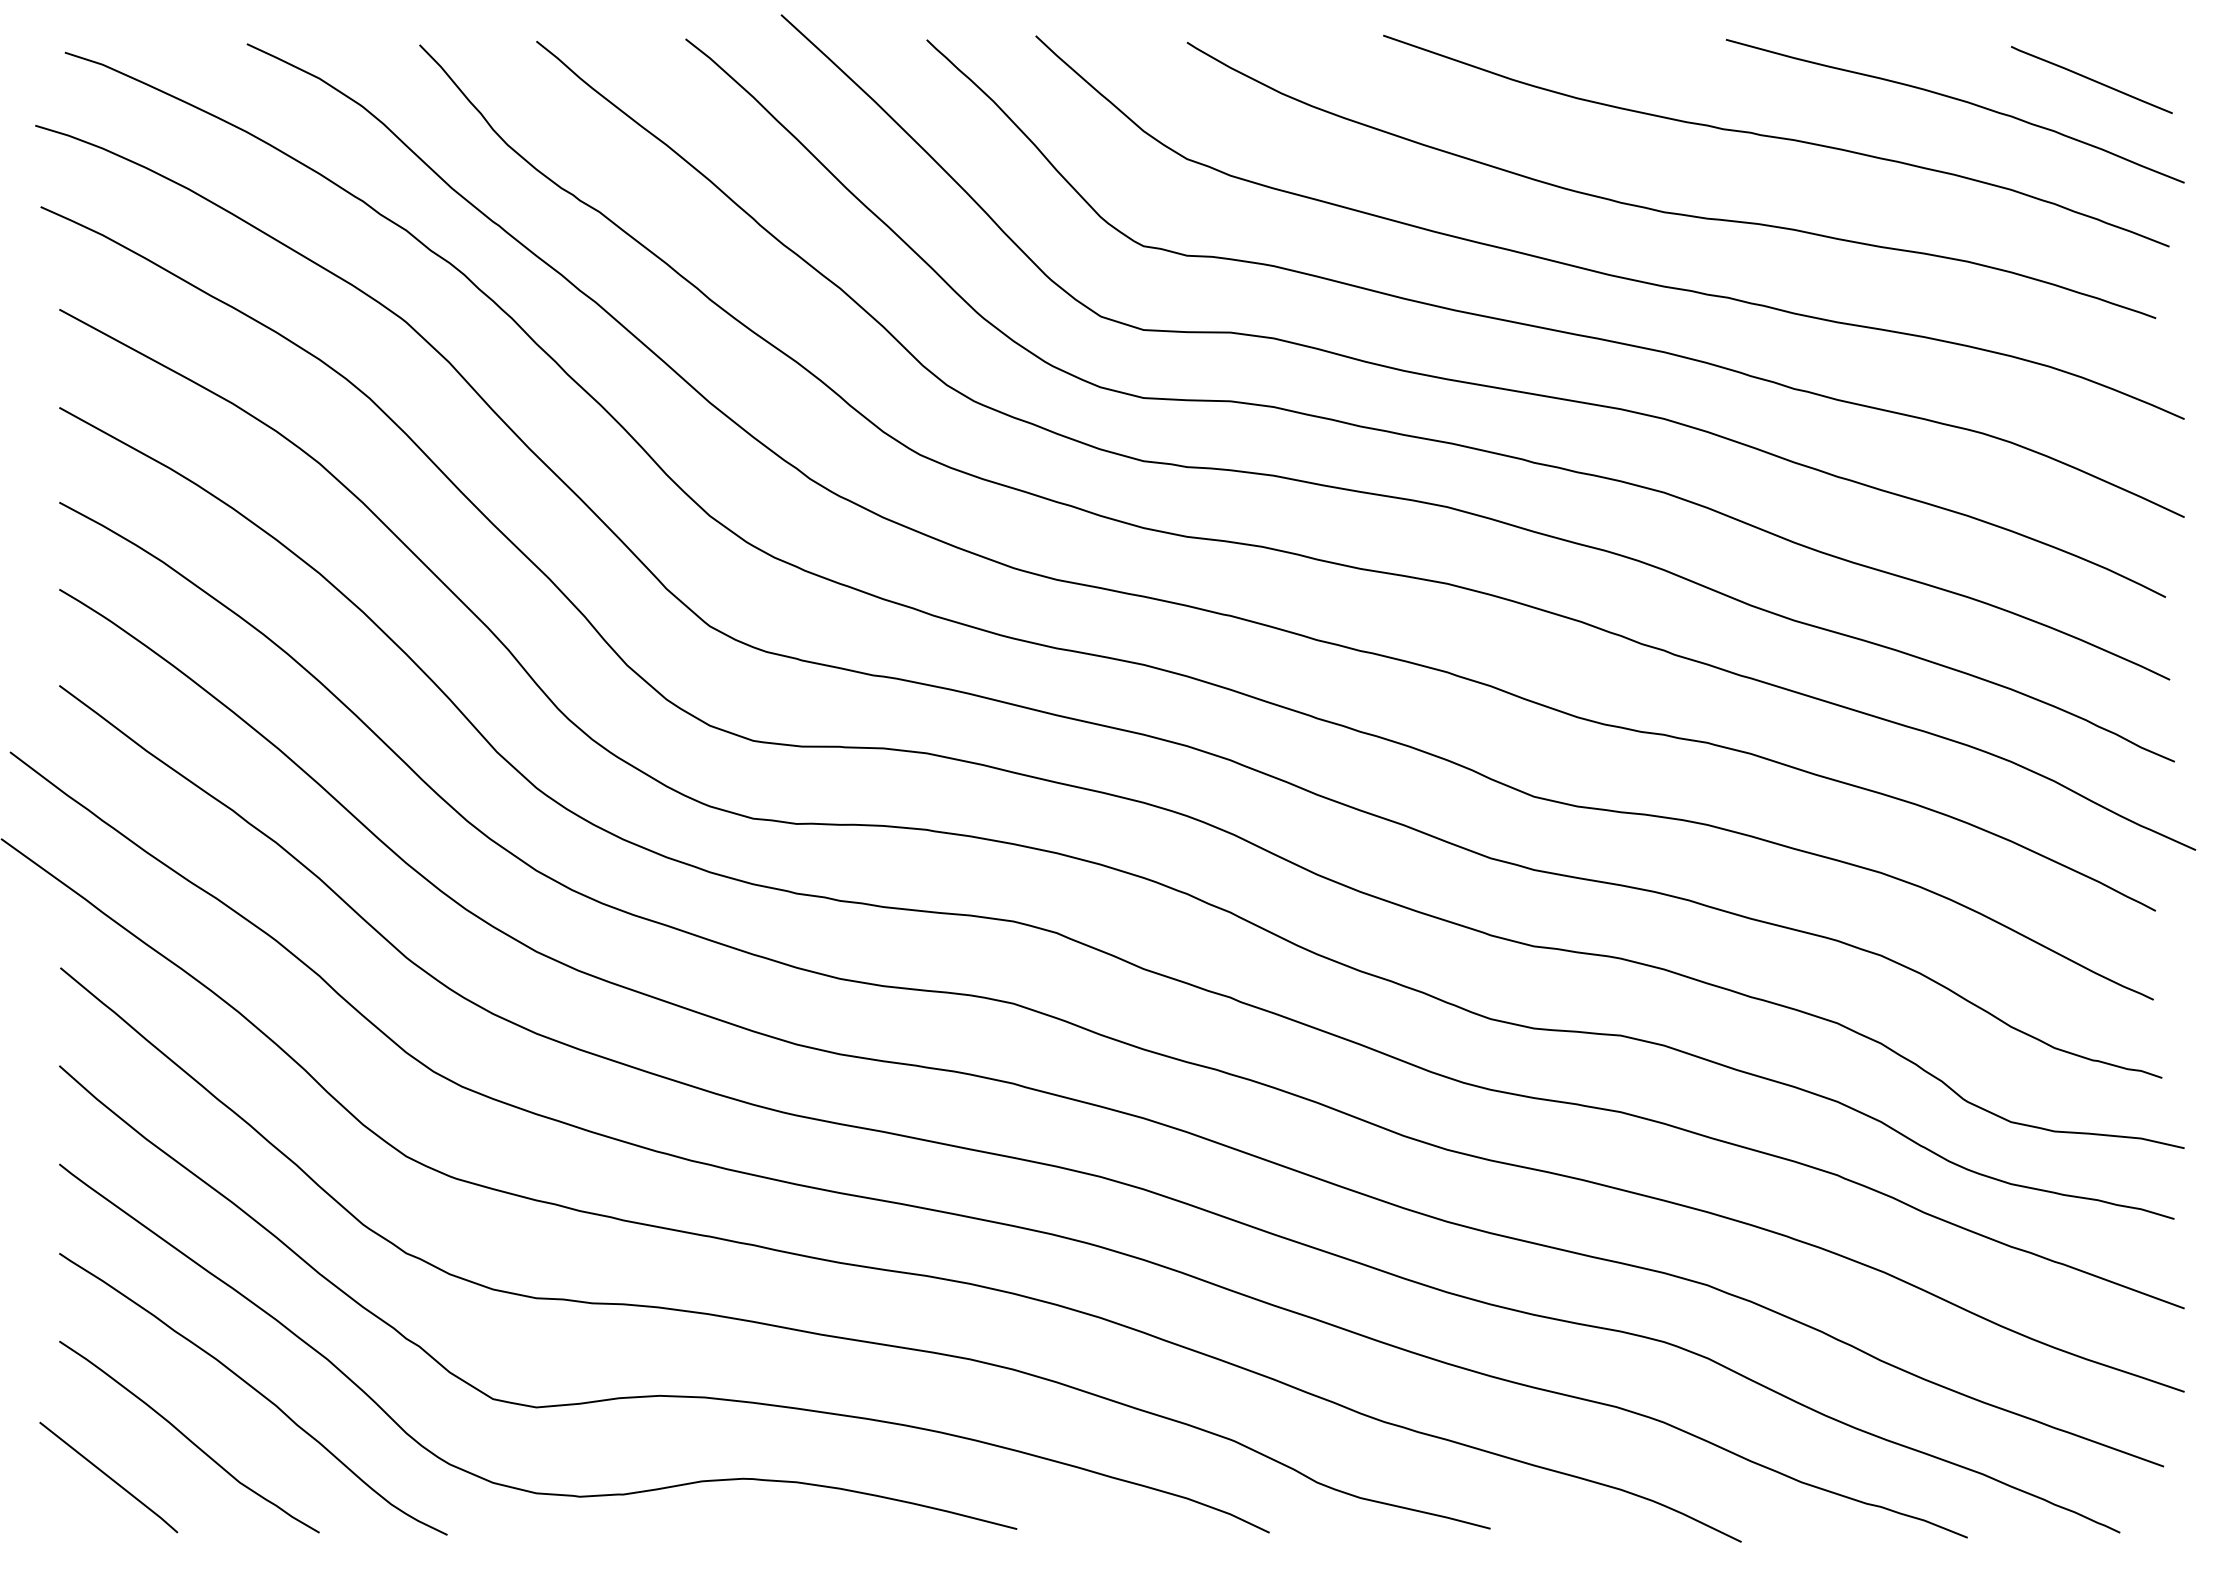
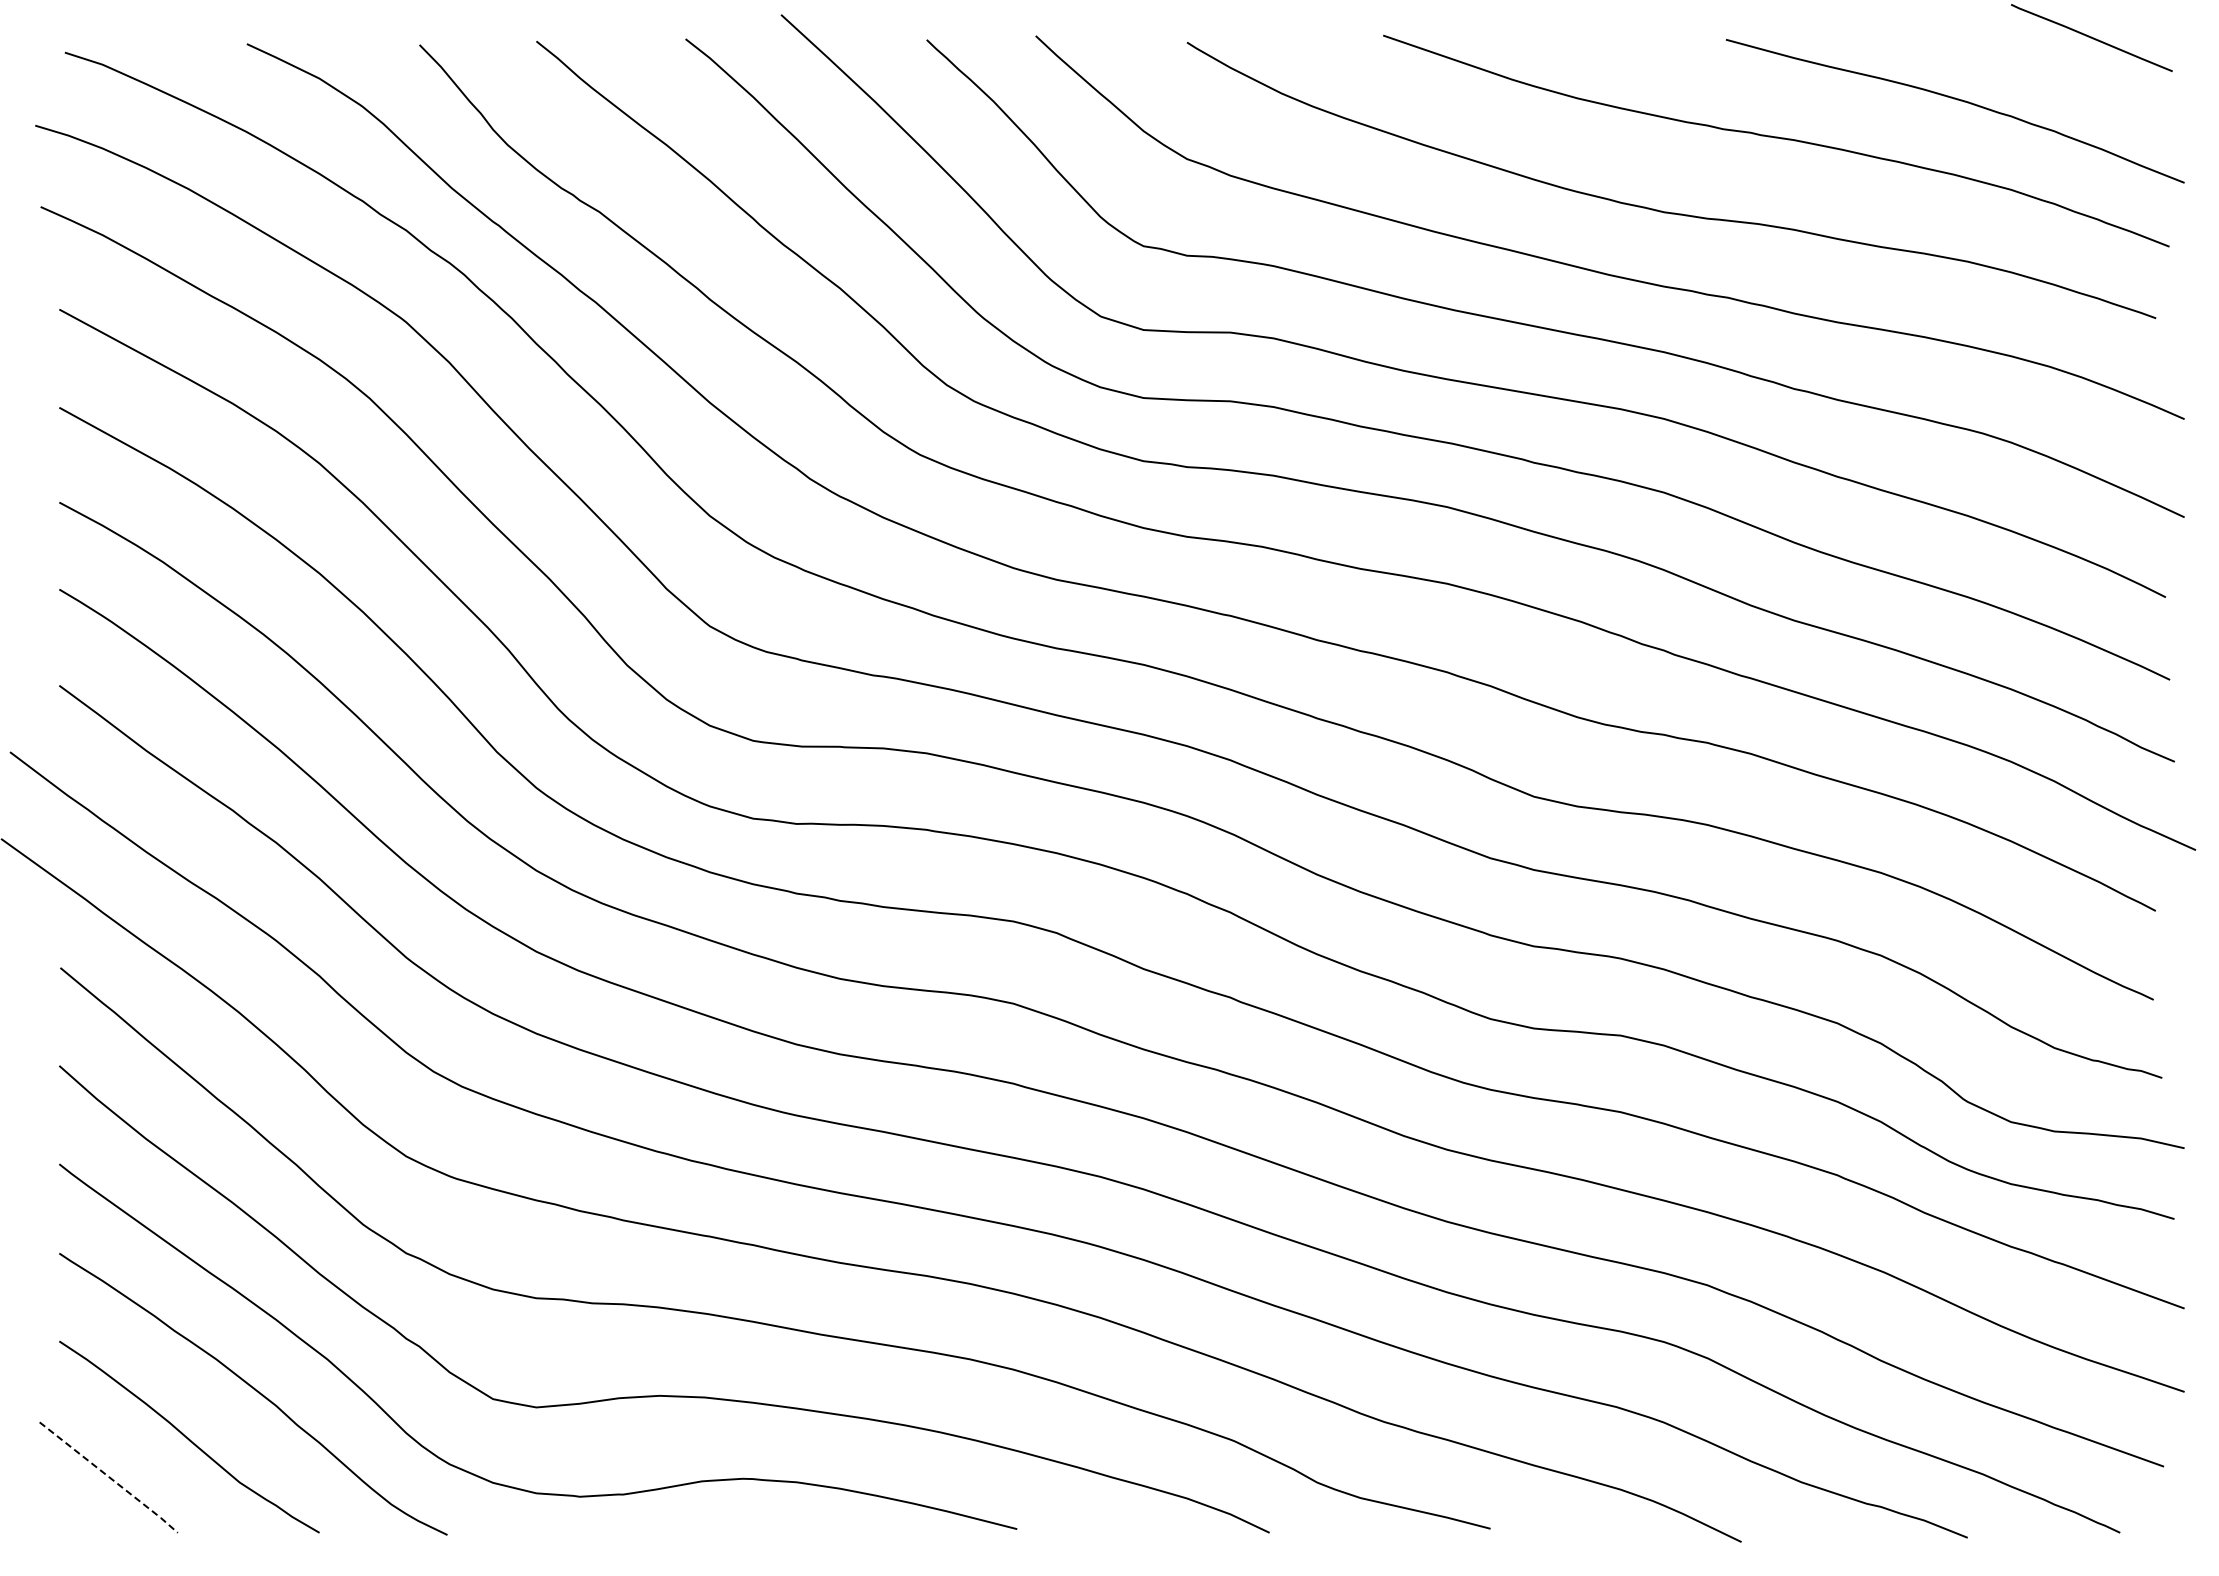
line at (2091, 79) position: (2091, 79) -> (2091, 37)
line at (110, 1477): solid -> dashed
